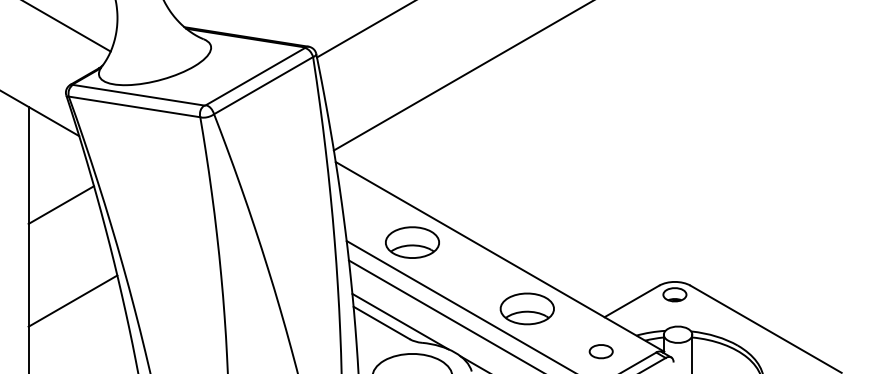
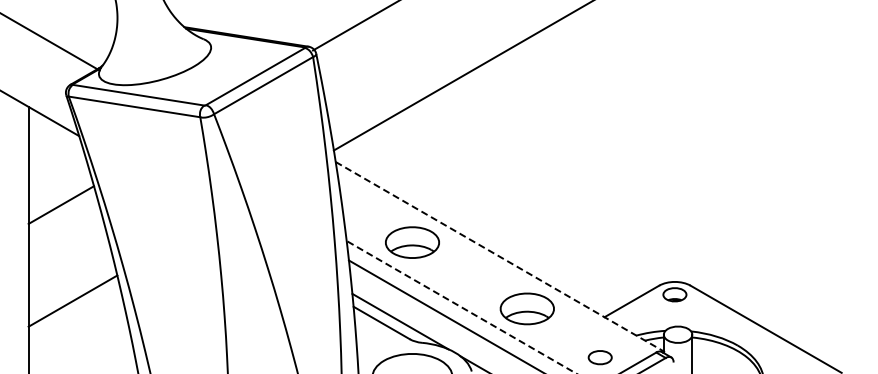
line at (67, 26) position: (67, 26) -> (50, 42)
line at (364, 29) position: (364, 29) -> (354, 26)
line at (499, 256): solid -> dashed
line at (461, 307): solid -> dashed
part at (600, 351) position: (600, 351) -> (599, 357)
